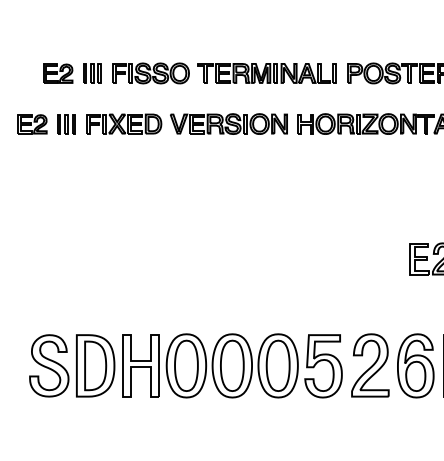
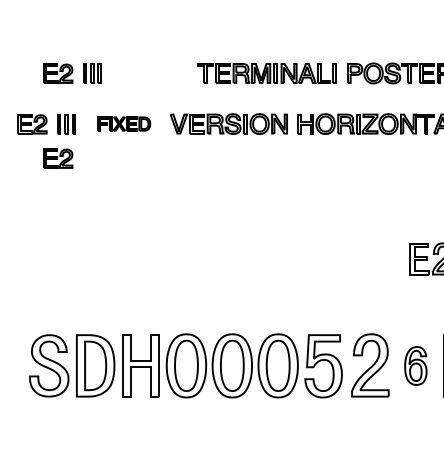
part at (150, 73): present -> none
part at (124, 123) size: 77x22 px -> 55x16 px
part at (58, 158): none -> present
part at (415, 365) size: 38x66 px -> 24x40 px
